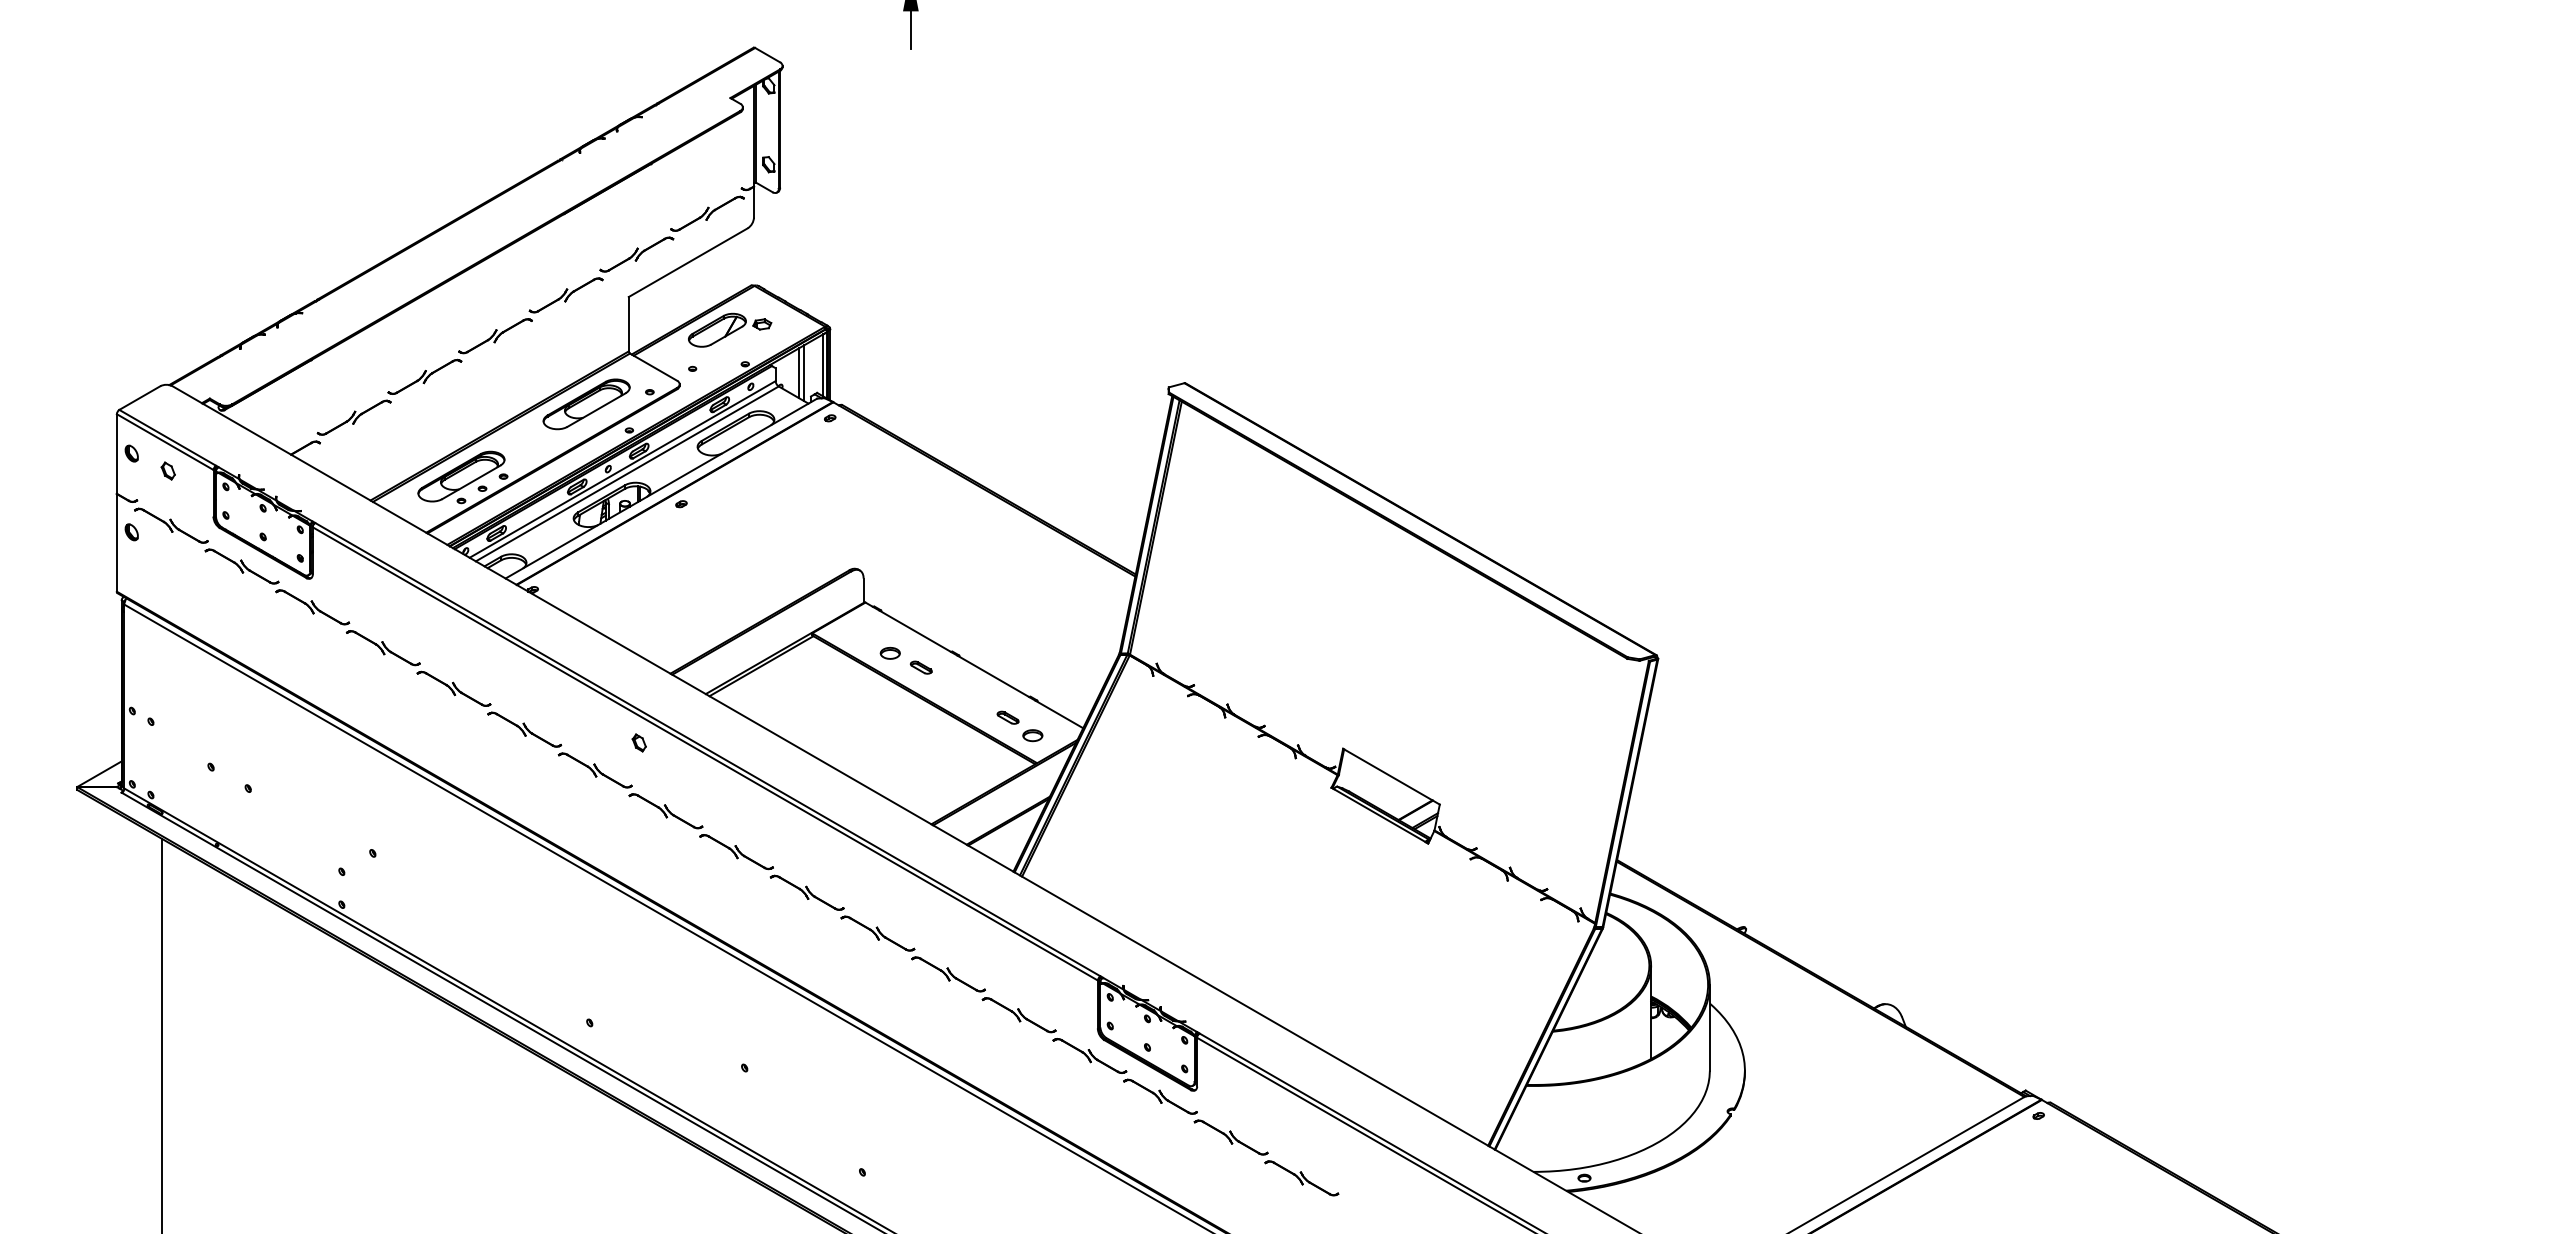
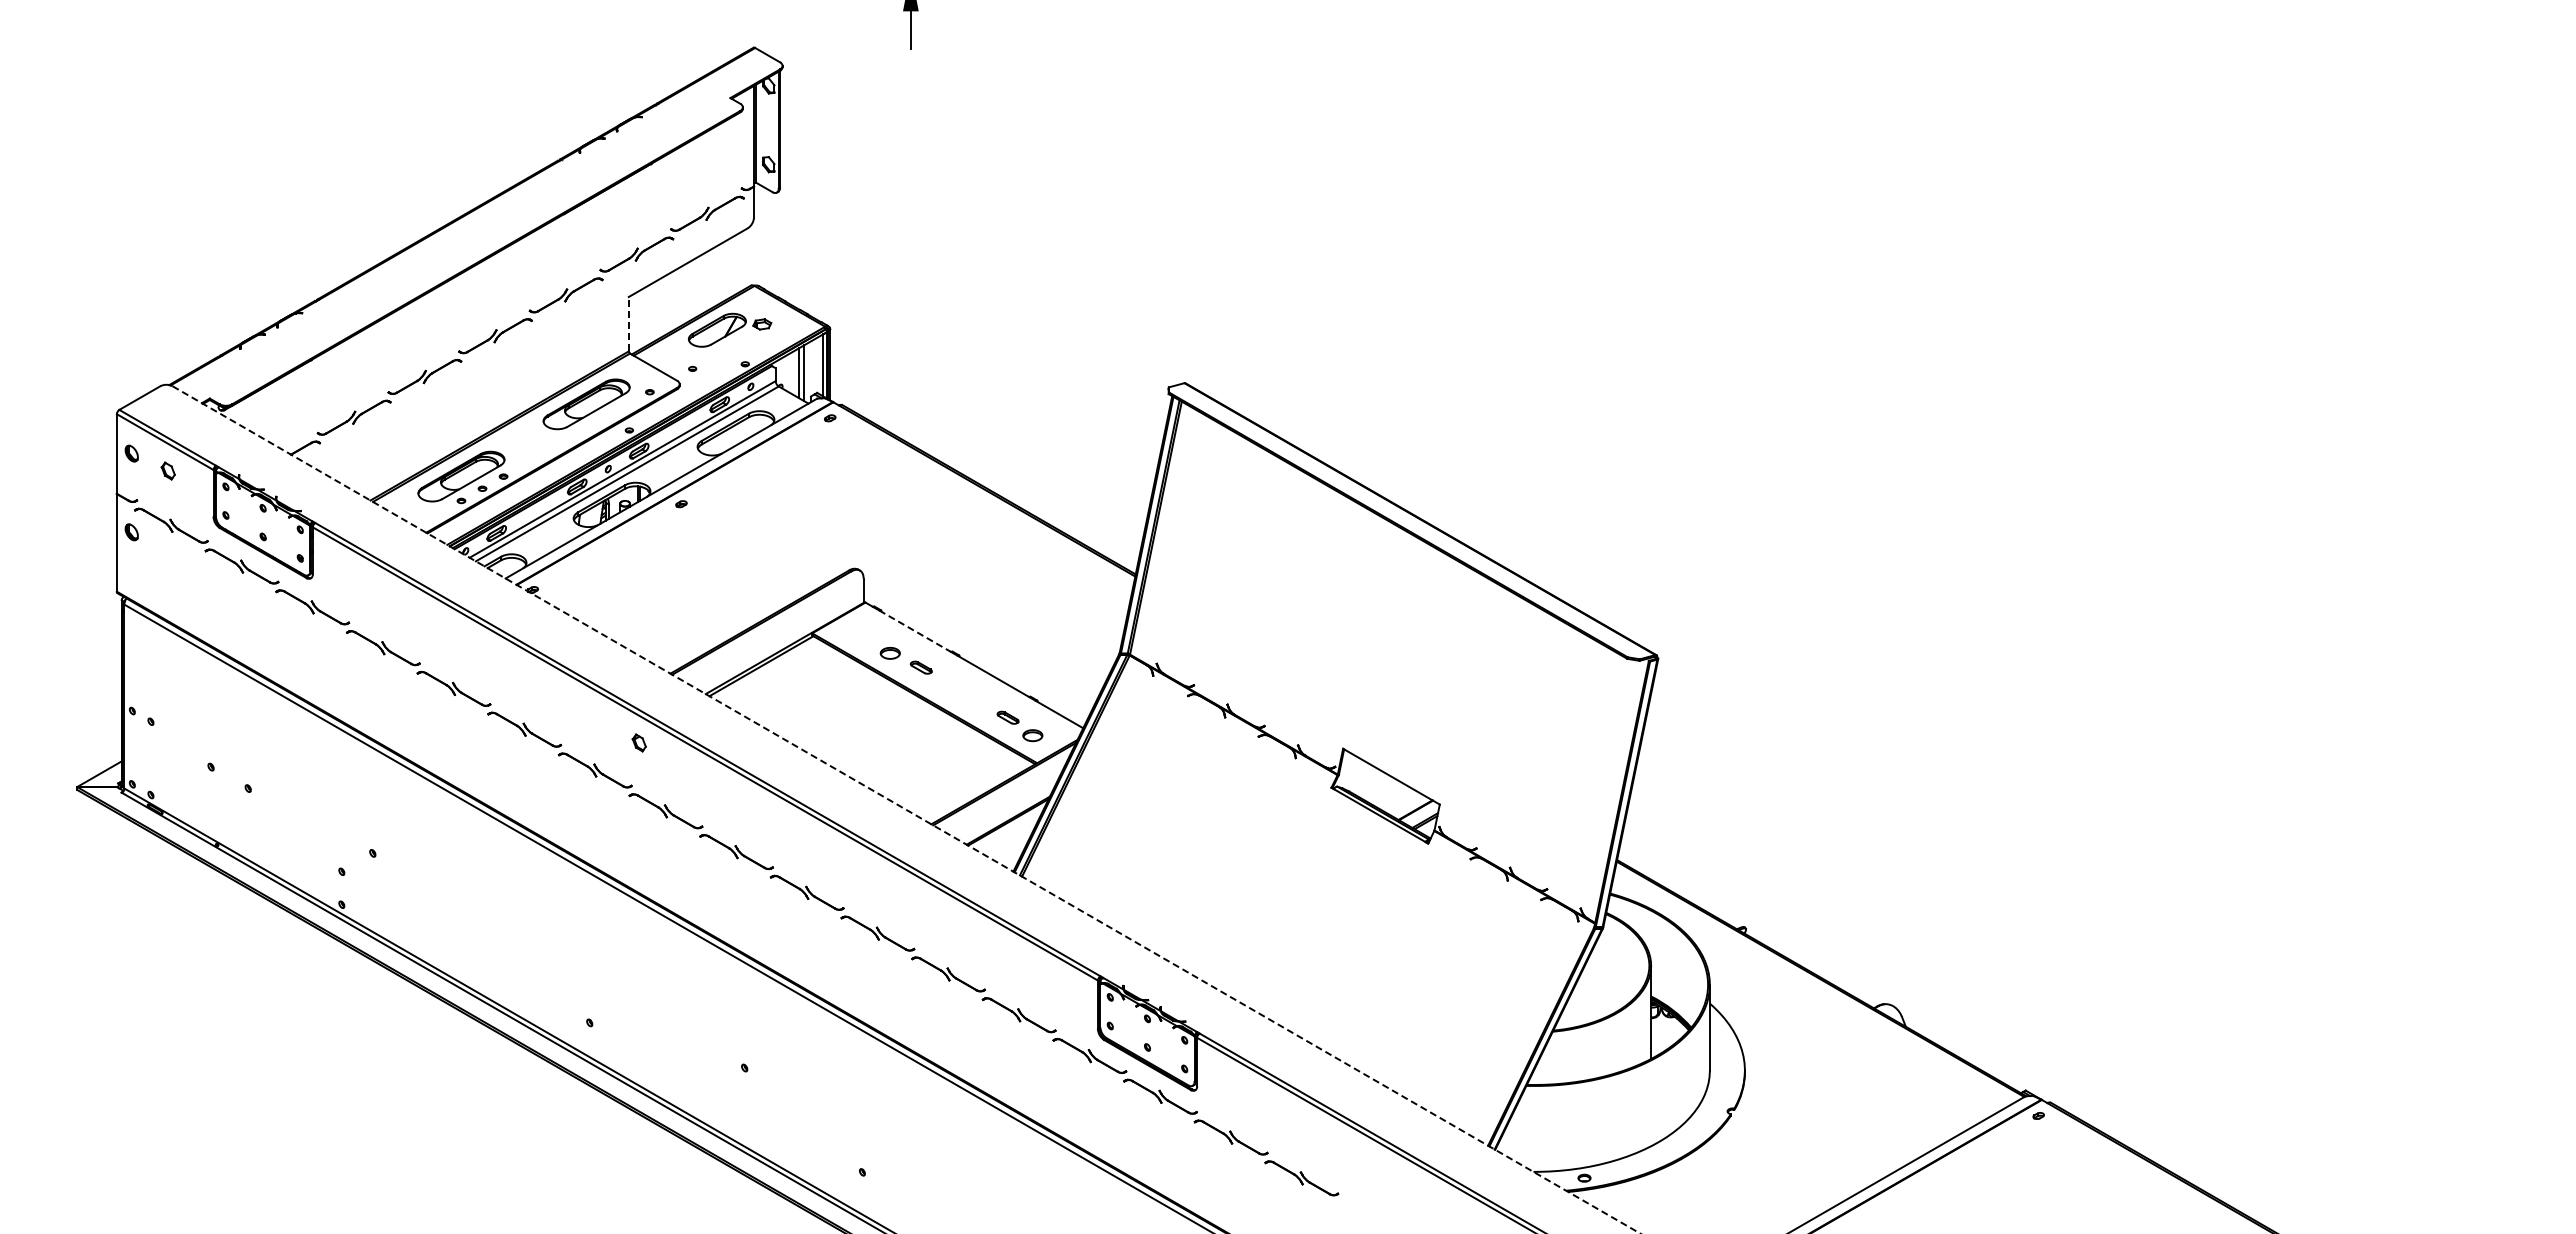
line at (628, 323): solid -> dashed
line at (915, 631): solid -> dashed
line at (907, 810): solid -> dashed
line at (162, 1034): present -> none
